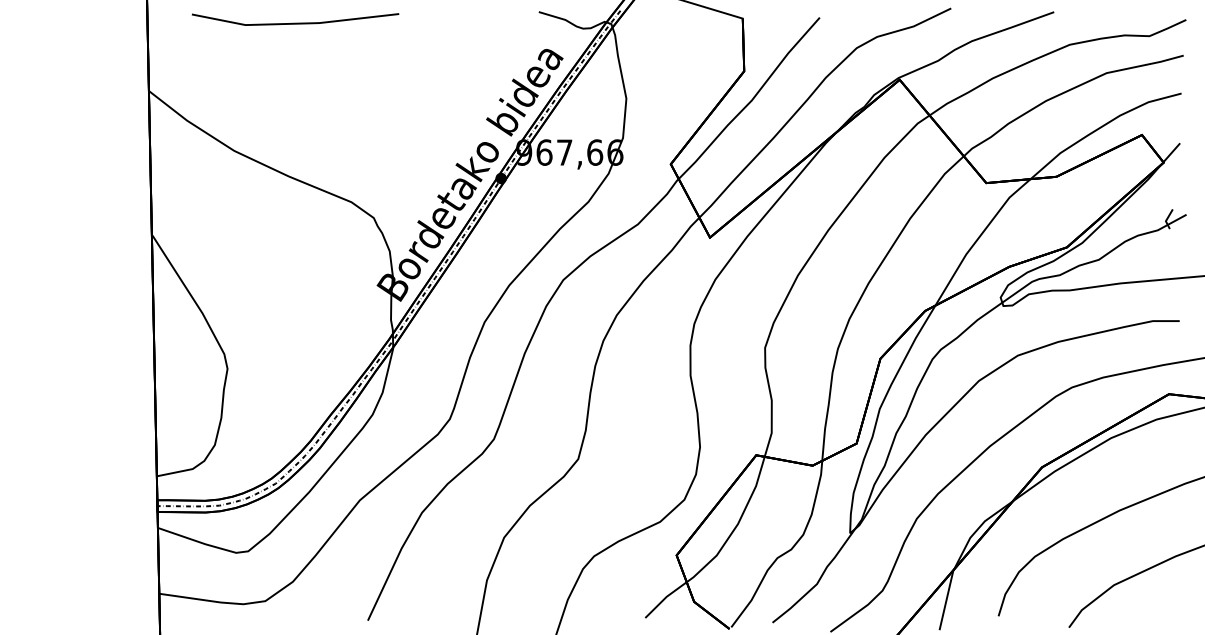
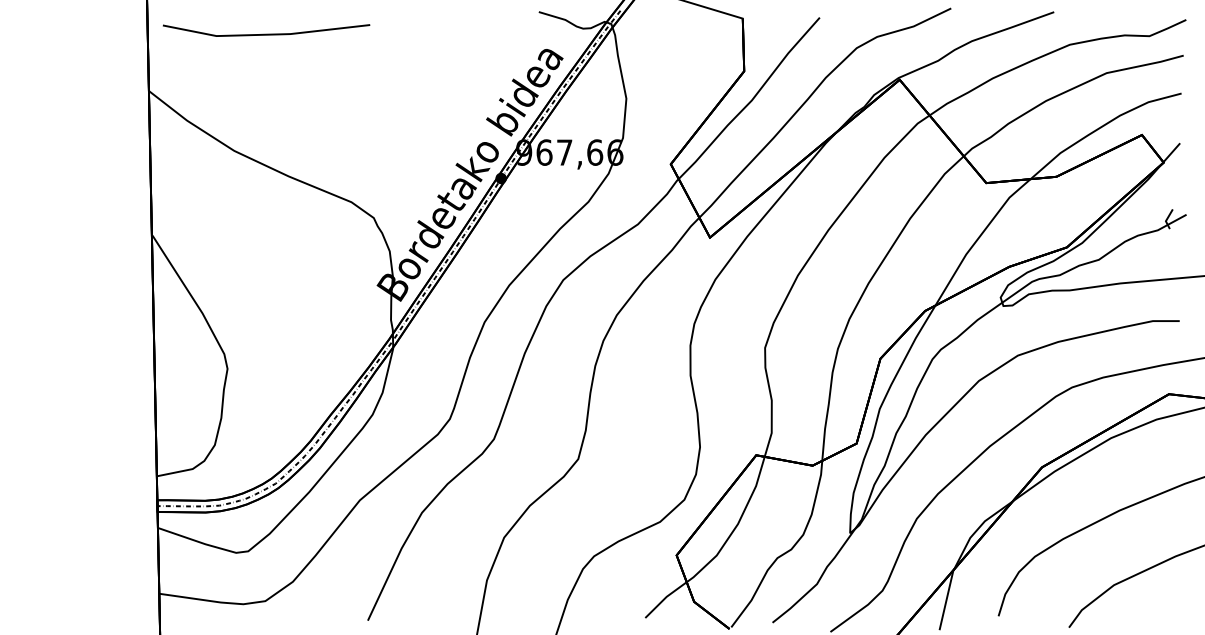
line at (295, 22) position: (295, 22) -> (266, 33)
